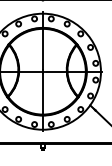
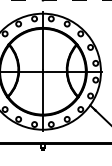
line at (56, 0): solid -> dashed
